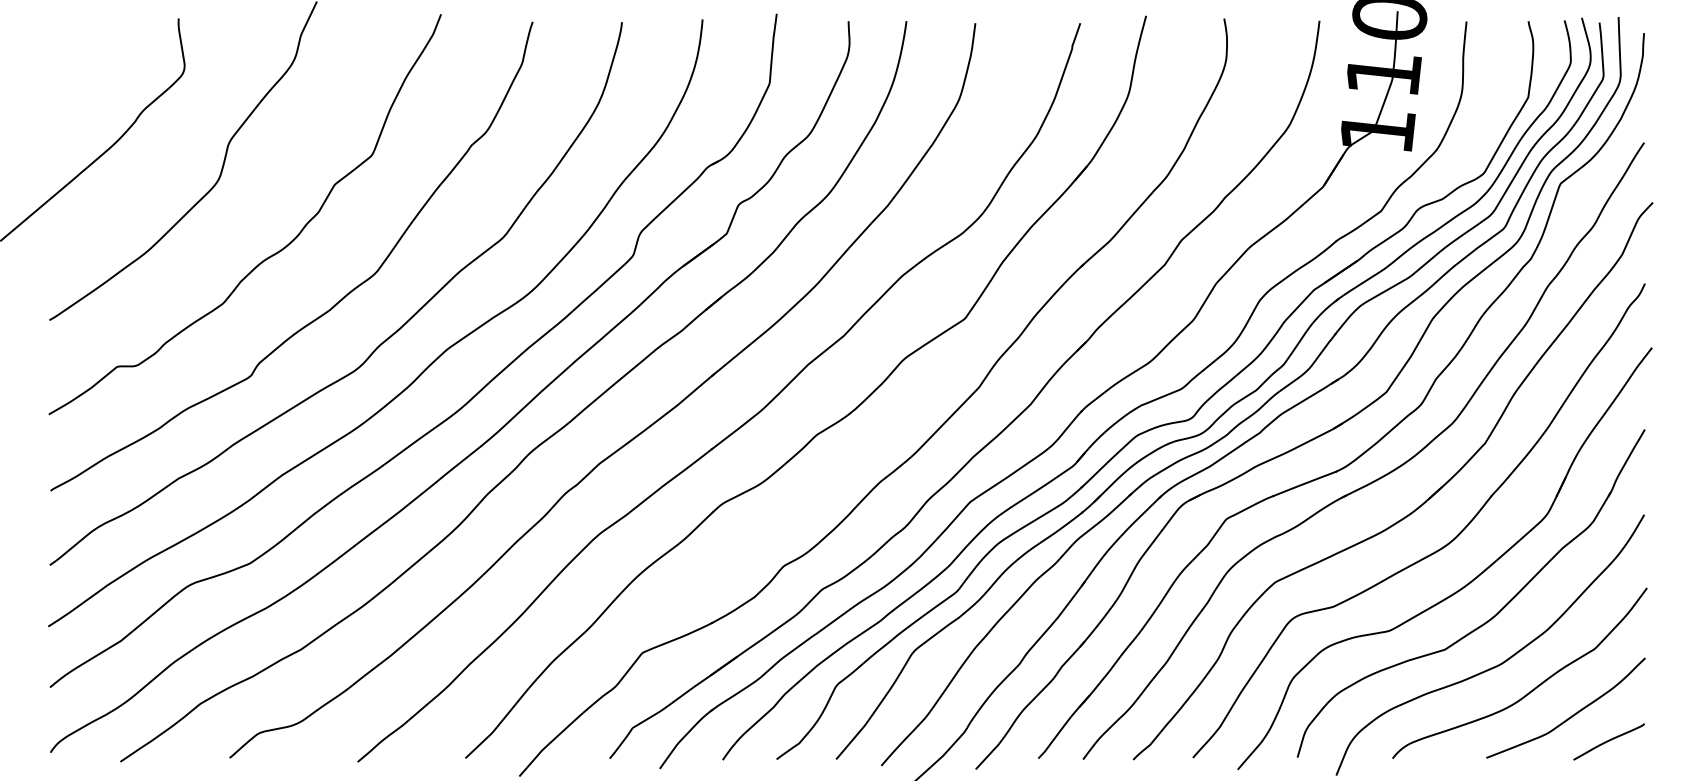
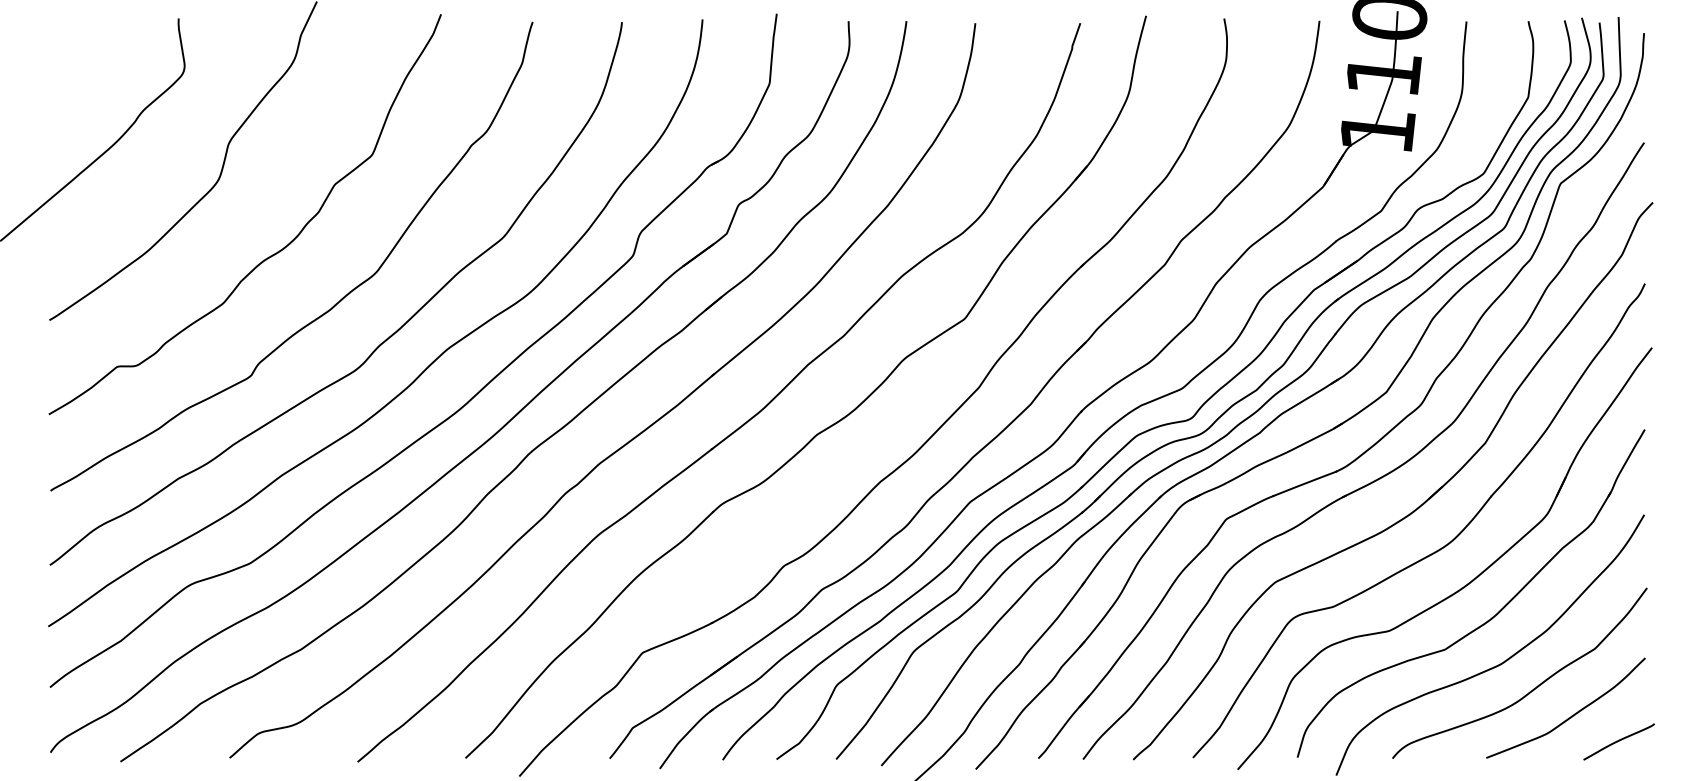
curve at (1608, 741) position: (1608, 741) -> (1618, 741)
